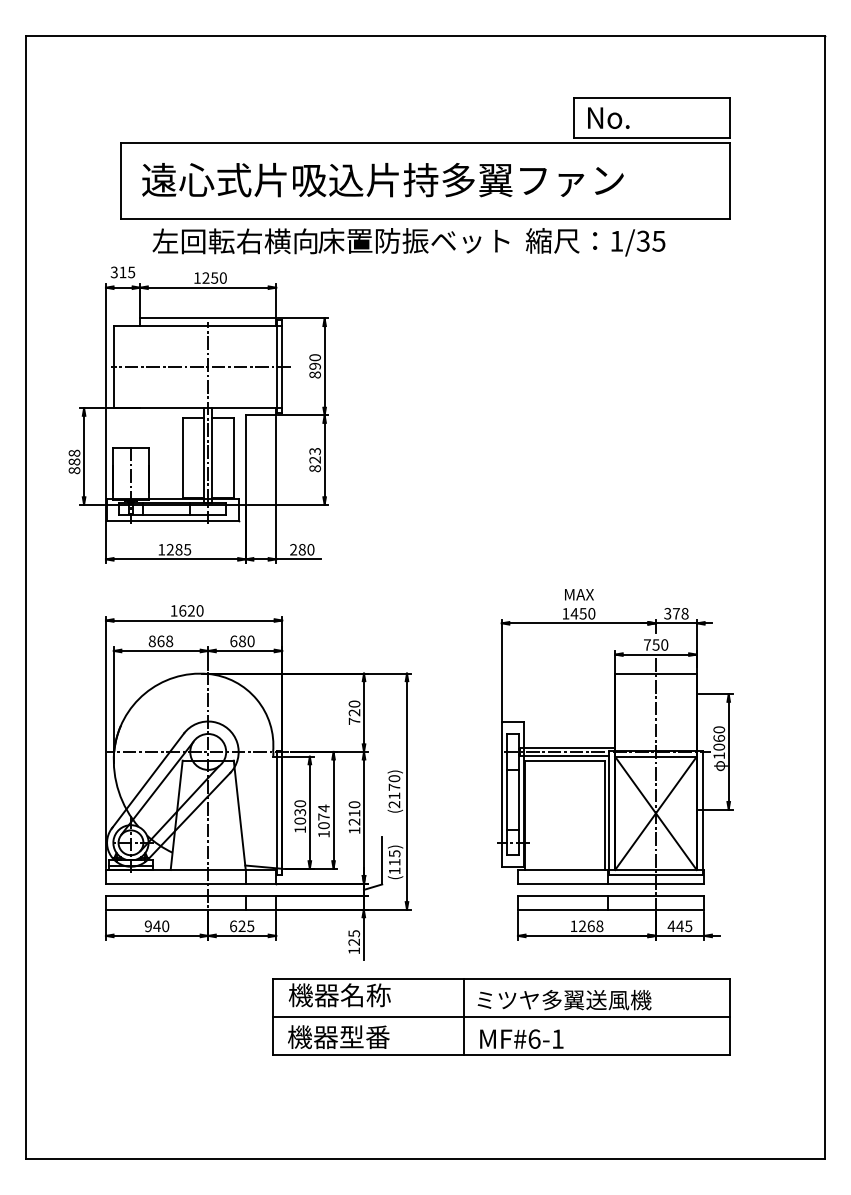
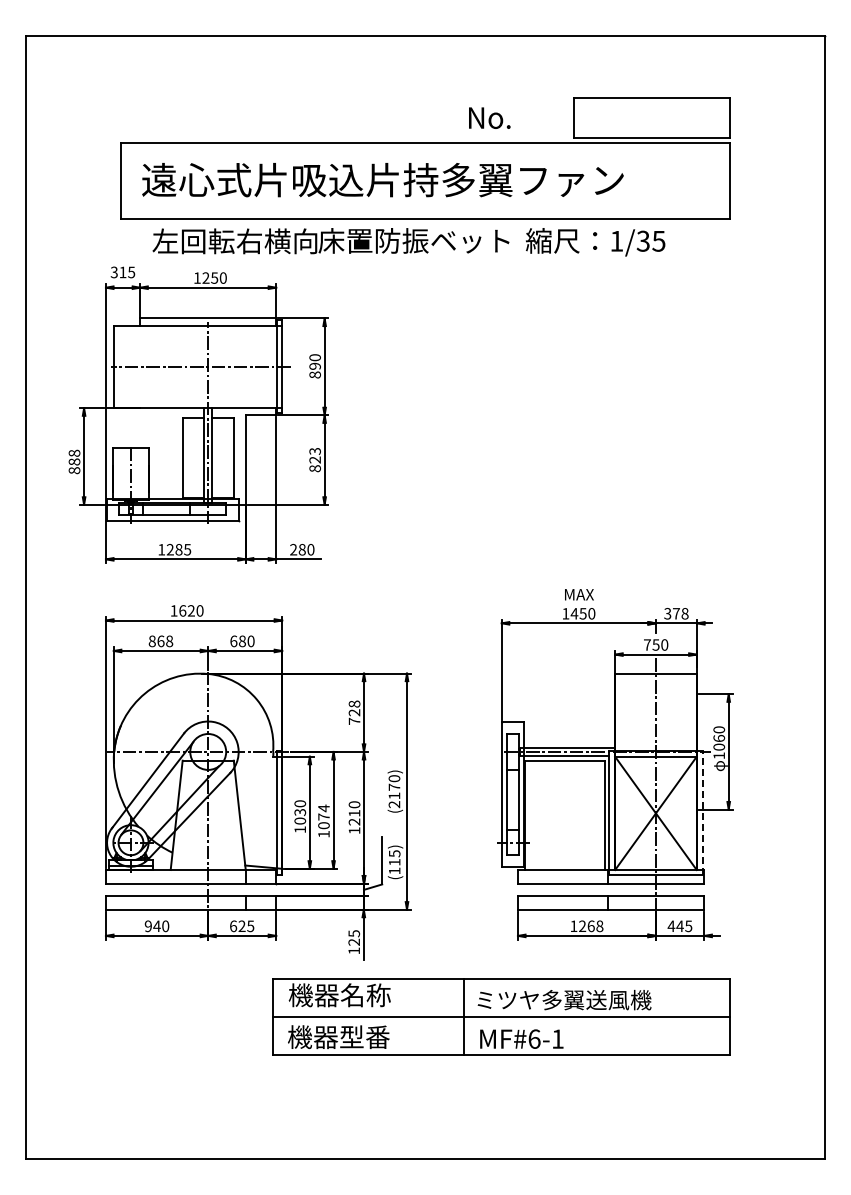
text at (608, 117) position: (608, 117) -> (489, 117)
text at (354, 703): 720 -> 728
line at (702, 812): solid -> dashed
